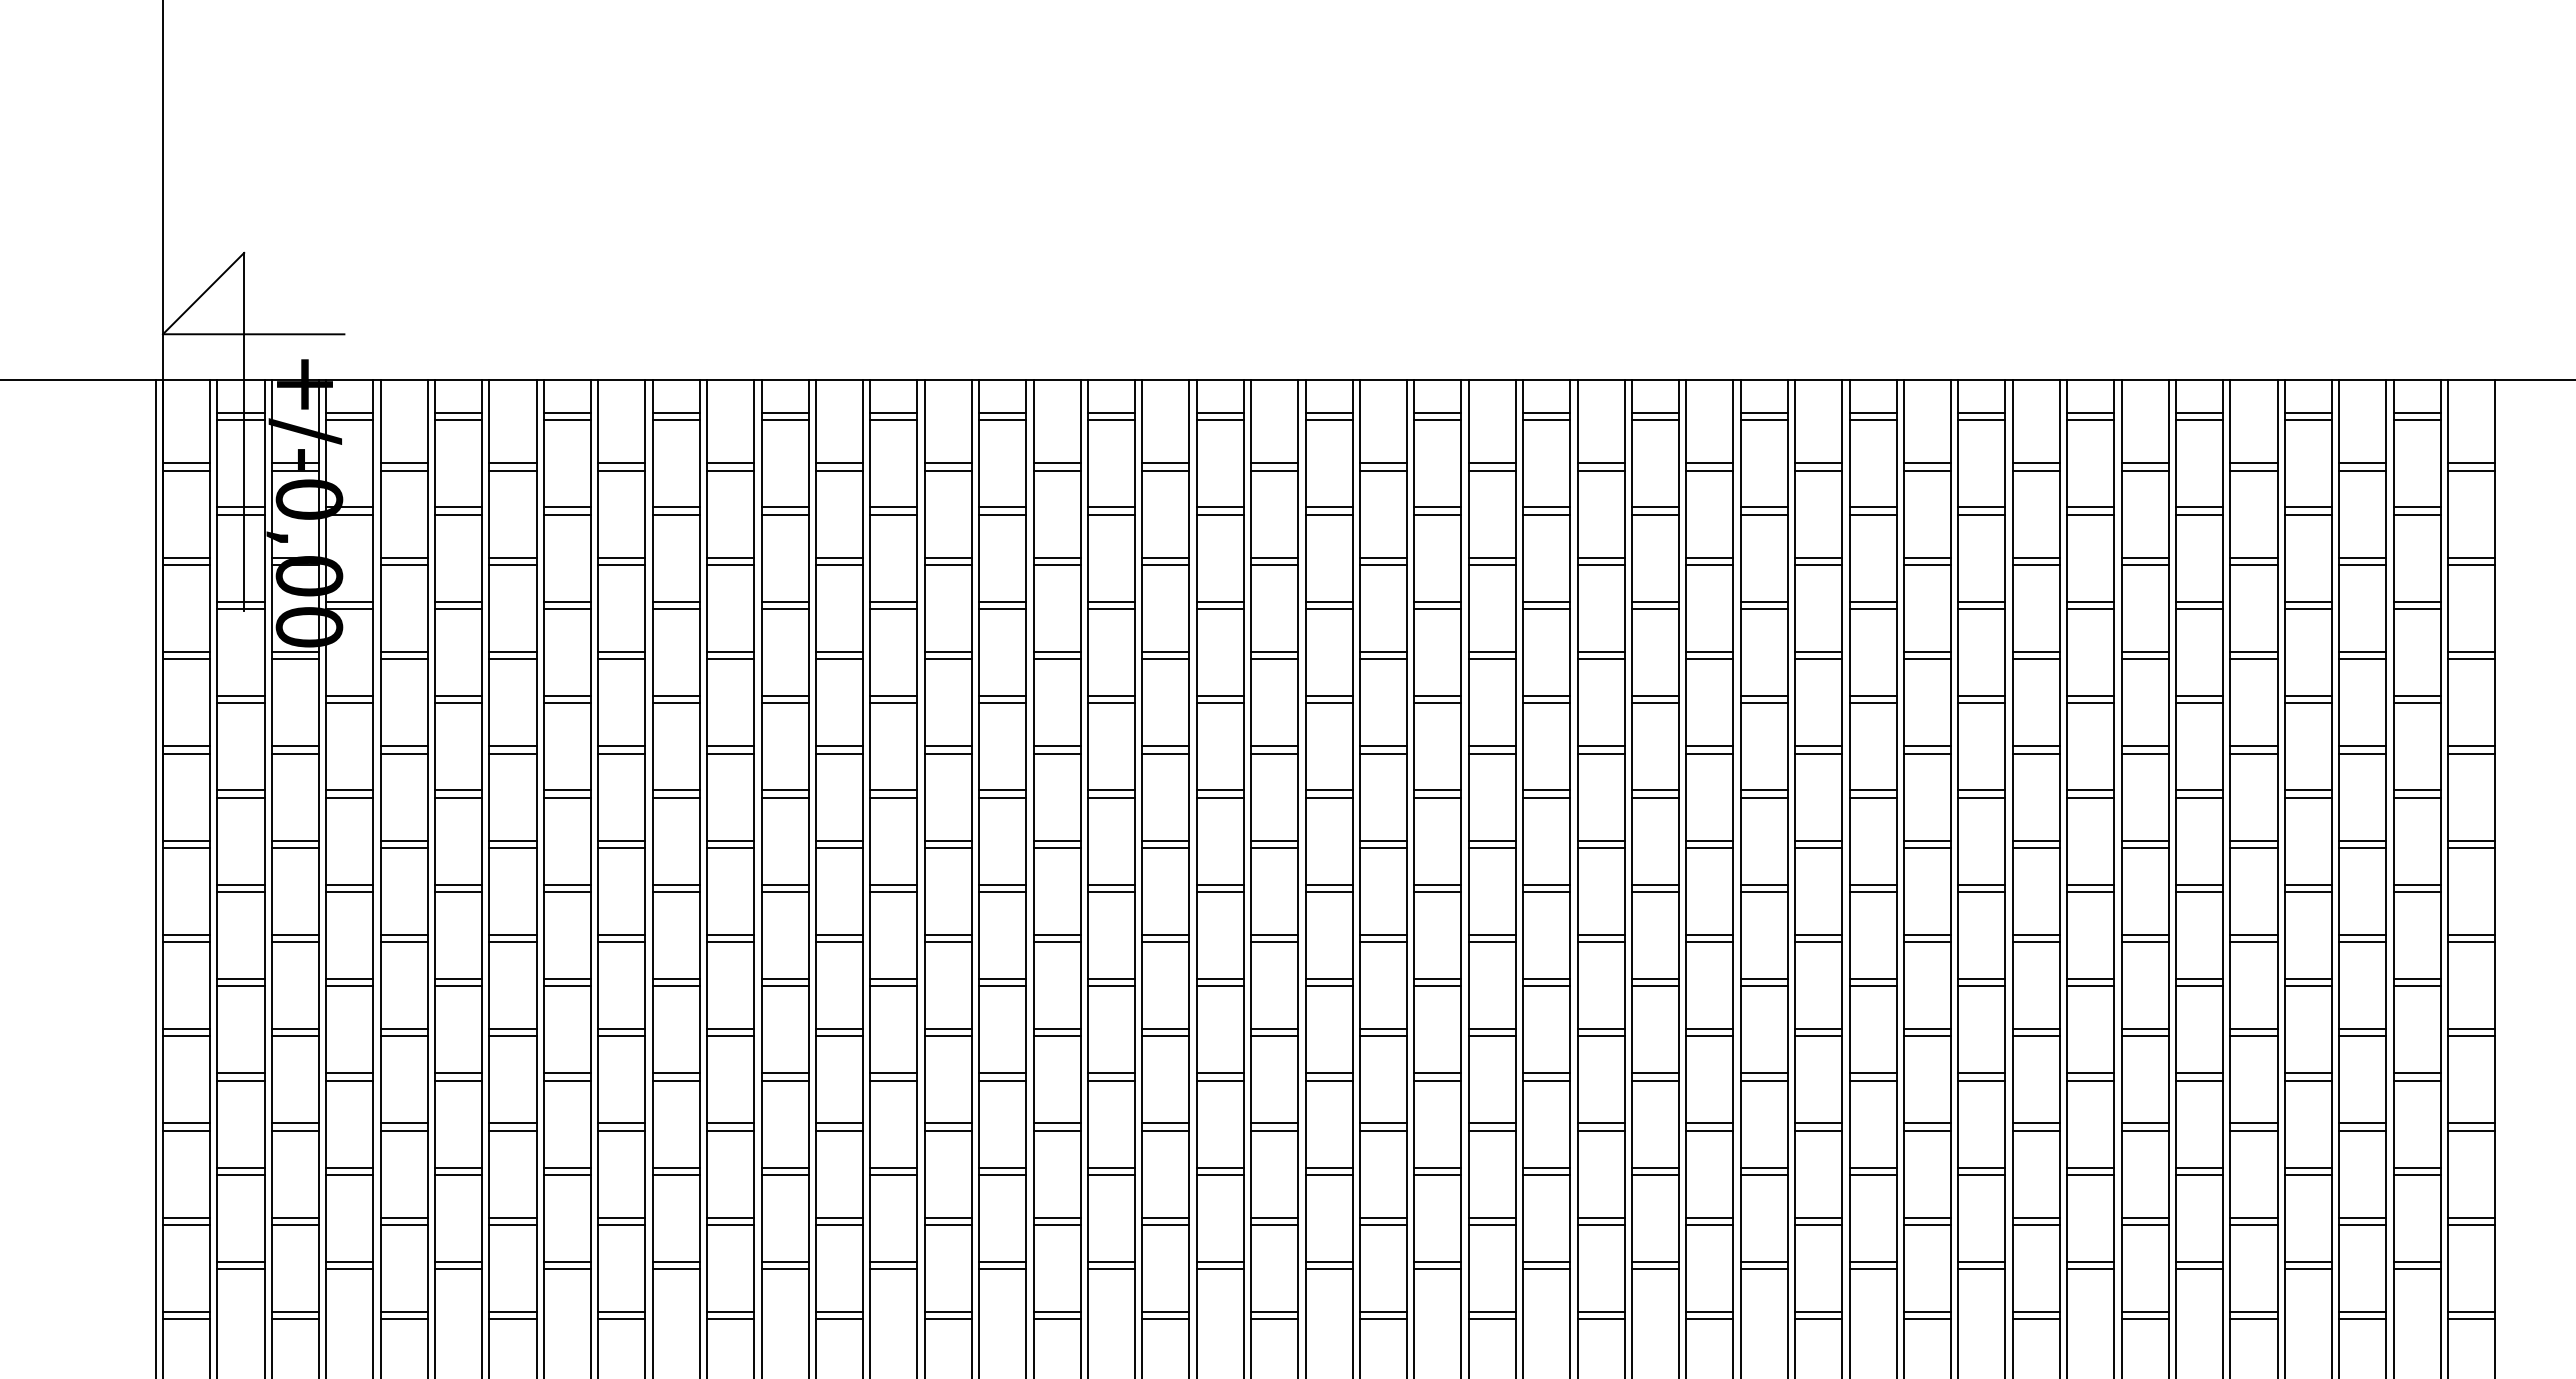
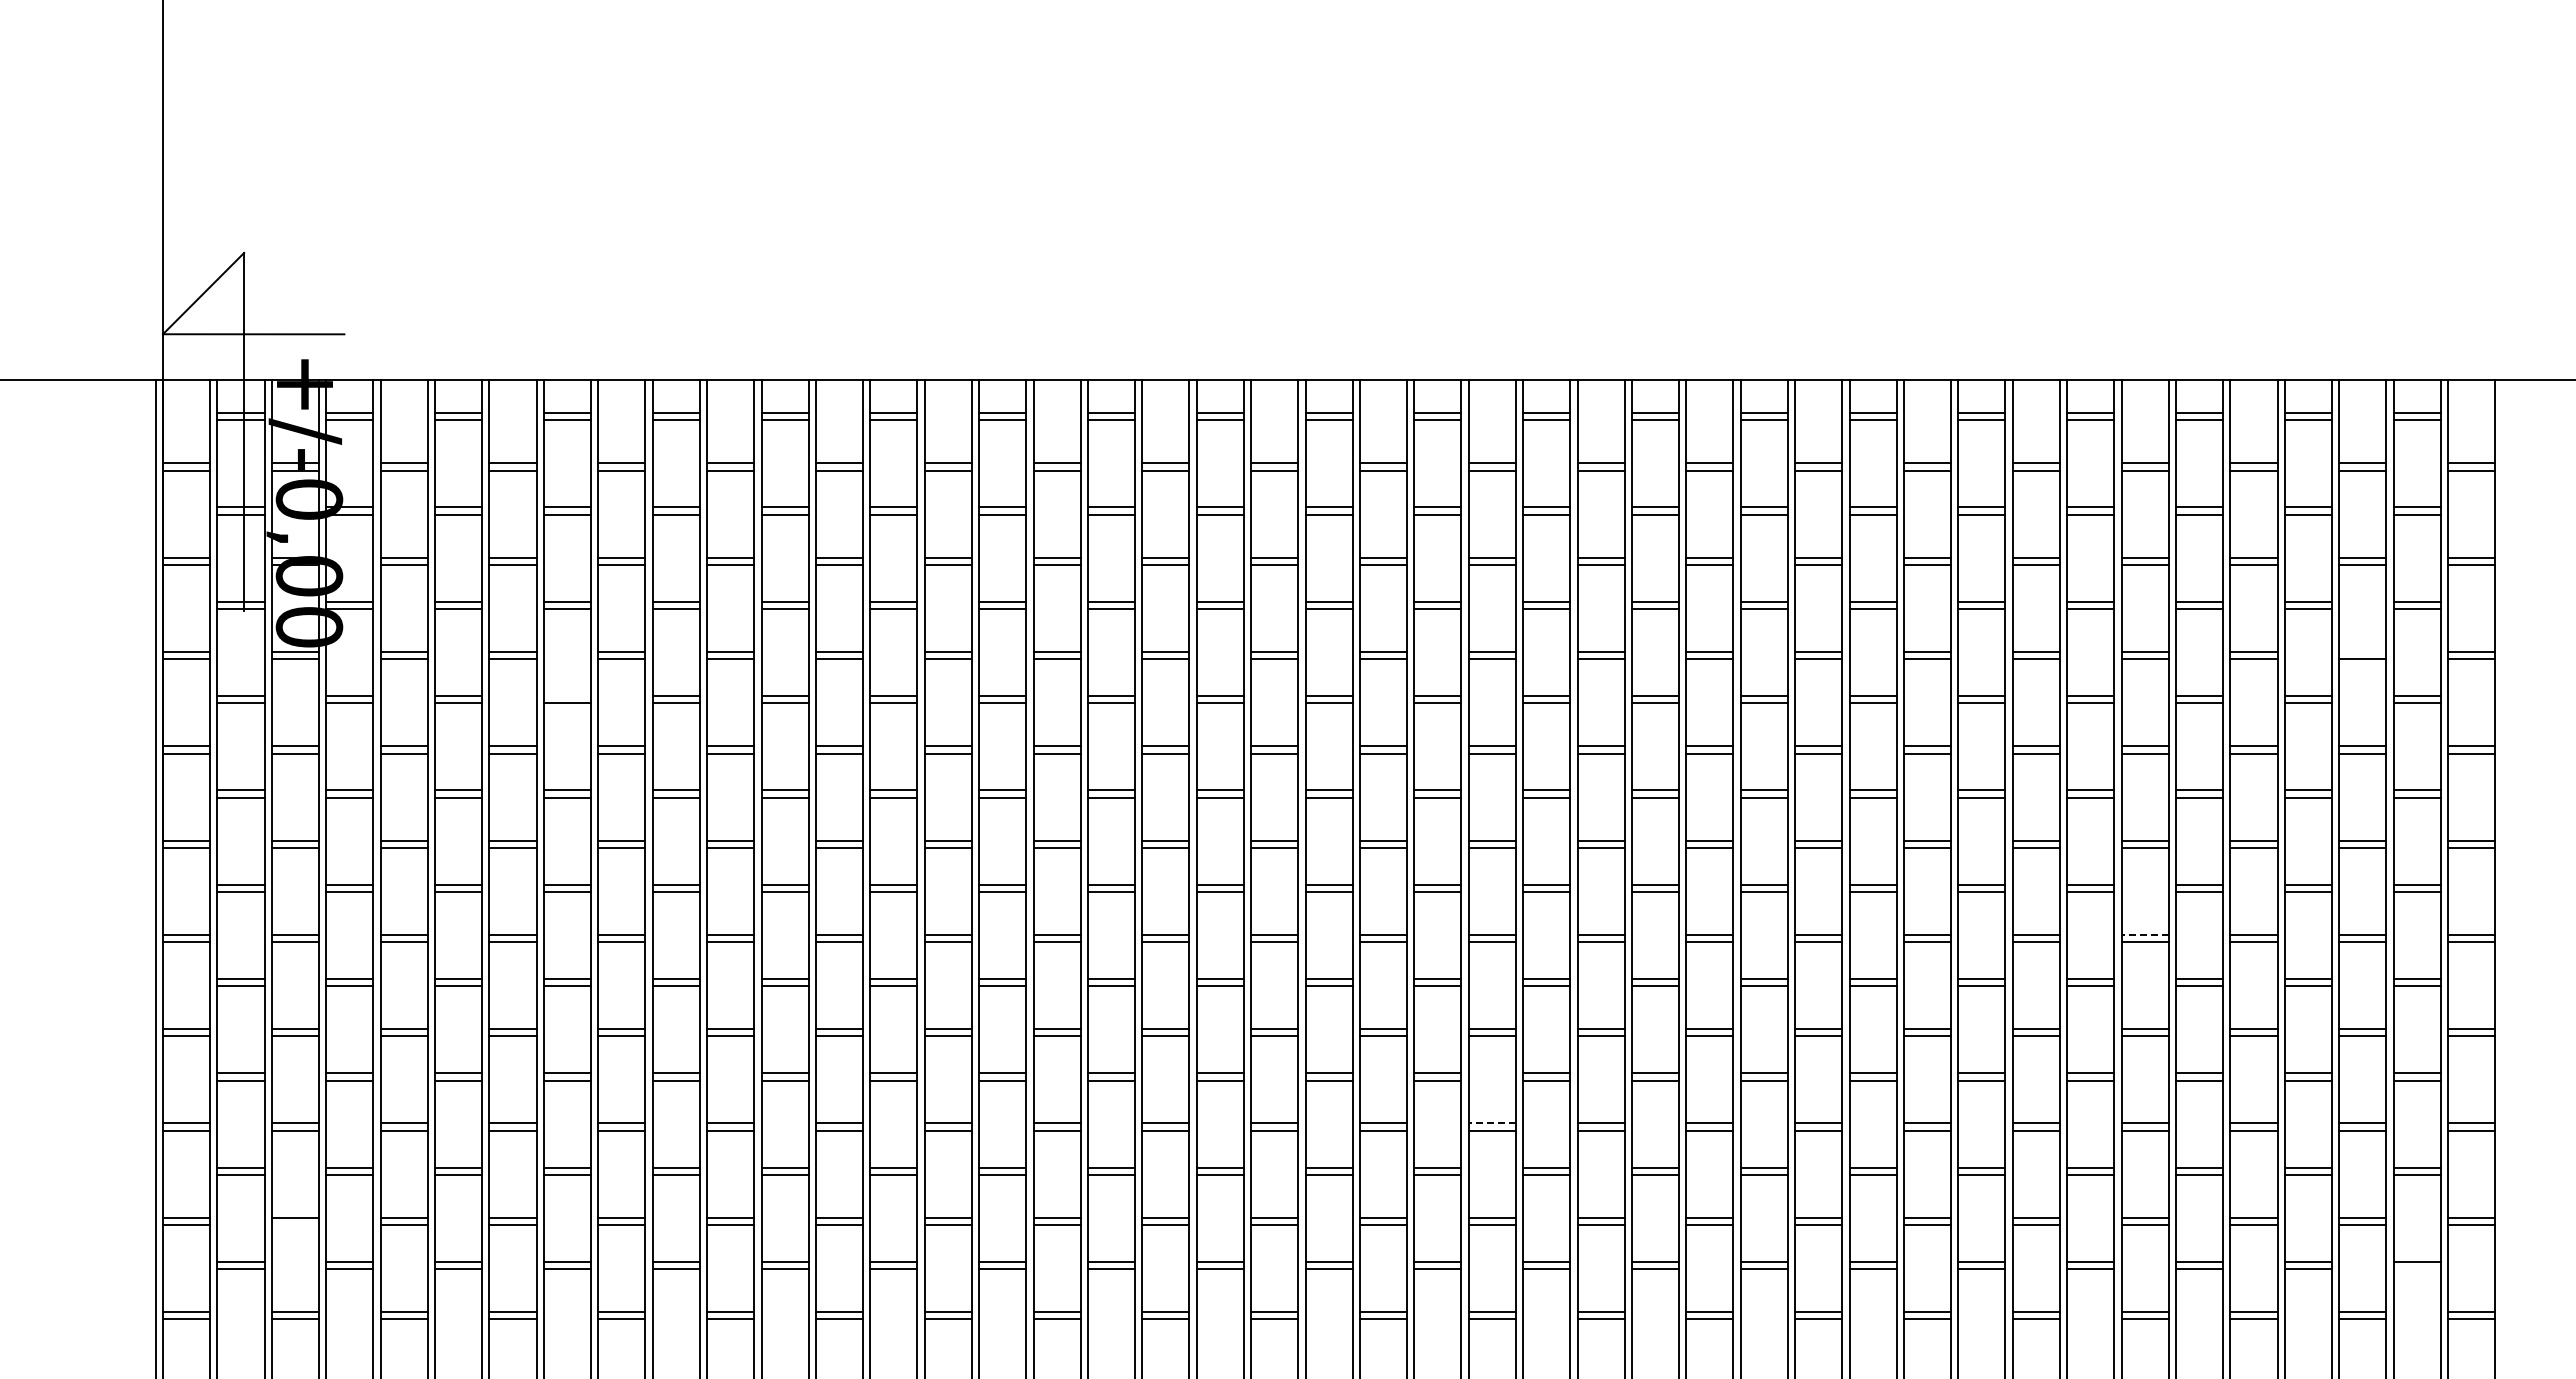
line at (2362, 651): present -> none
line at (567, 696): present -> none
line at (2145, 934): solid -> dashed
line at (1492, 1123): solid -> dashed
line at (295, 1225): present -> none
line at (2416, 1269): present -> none
